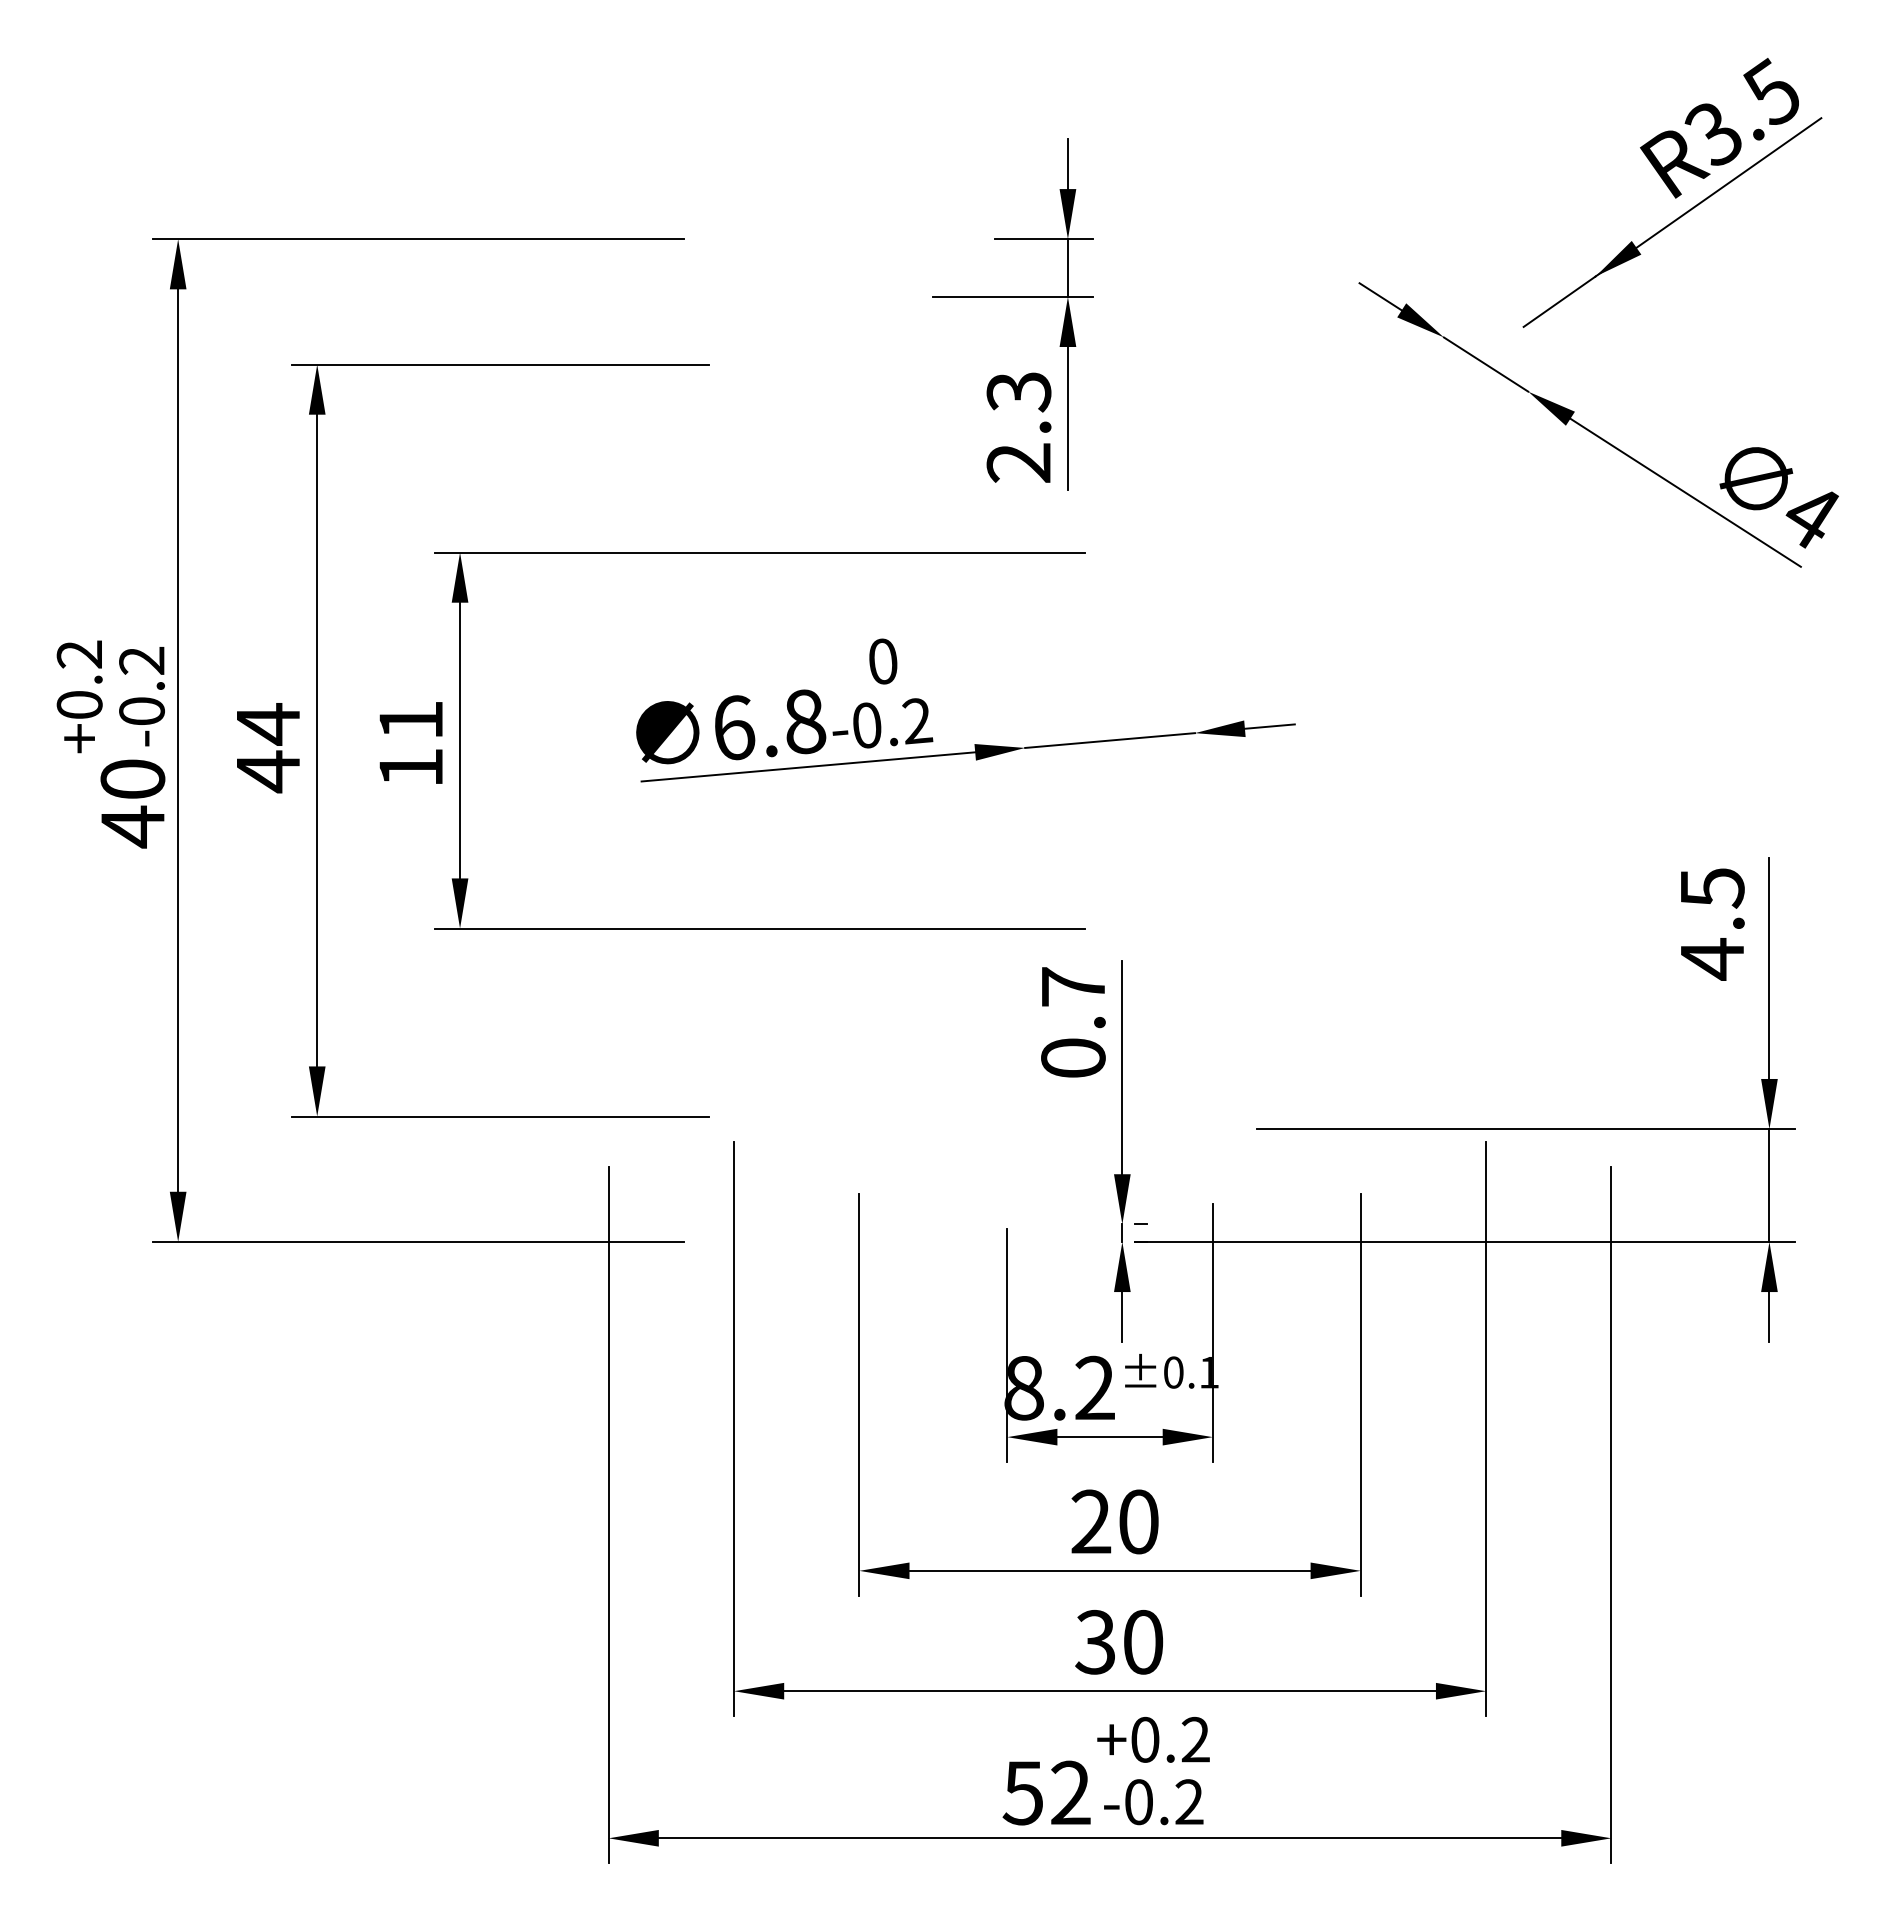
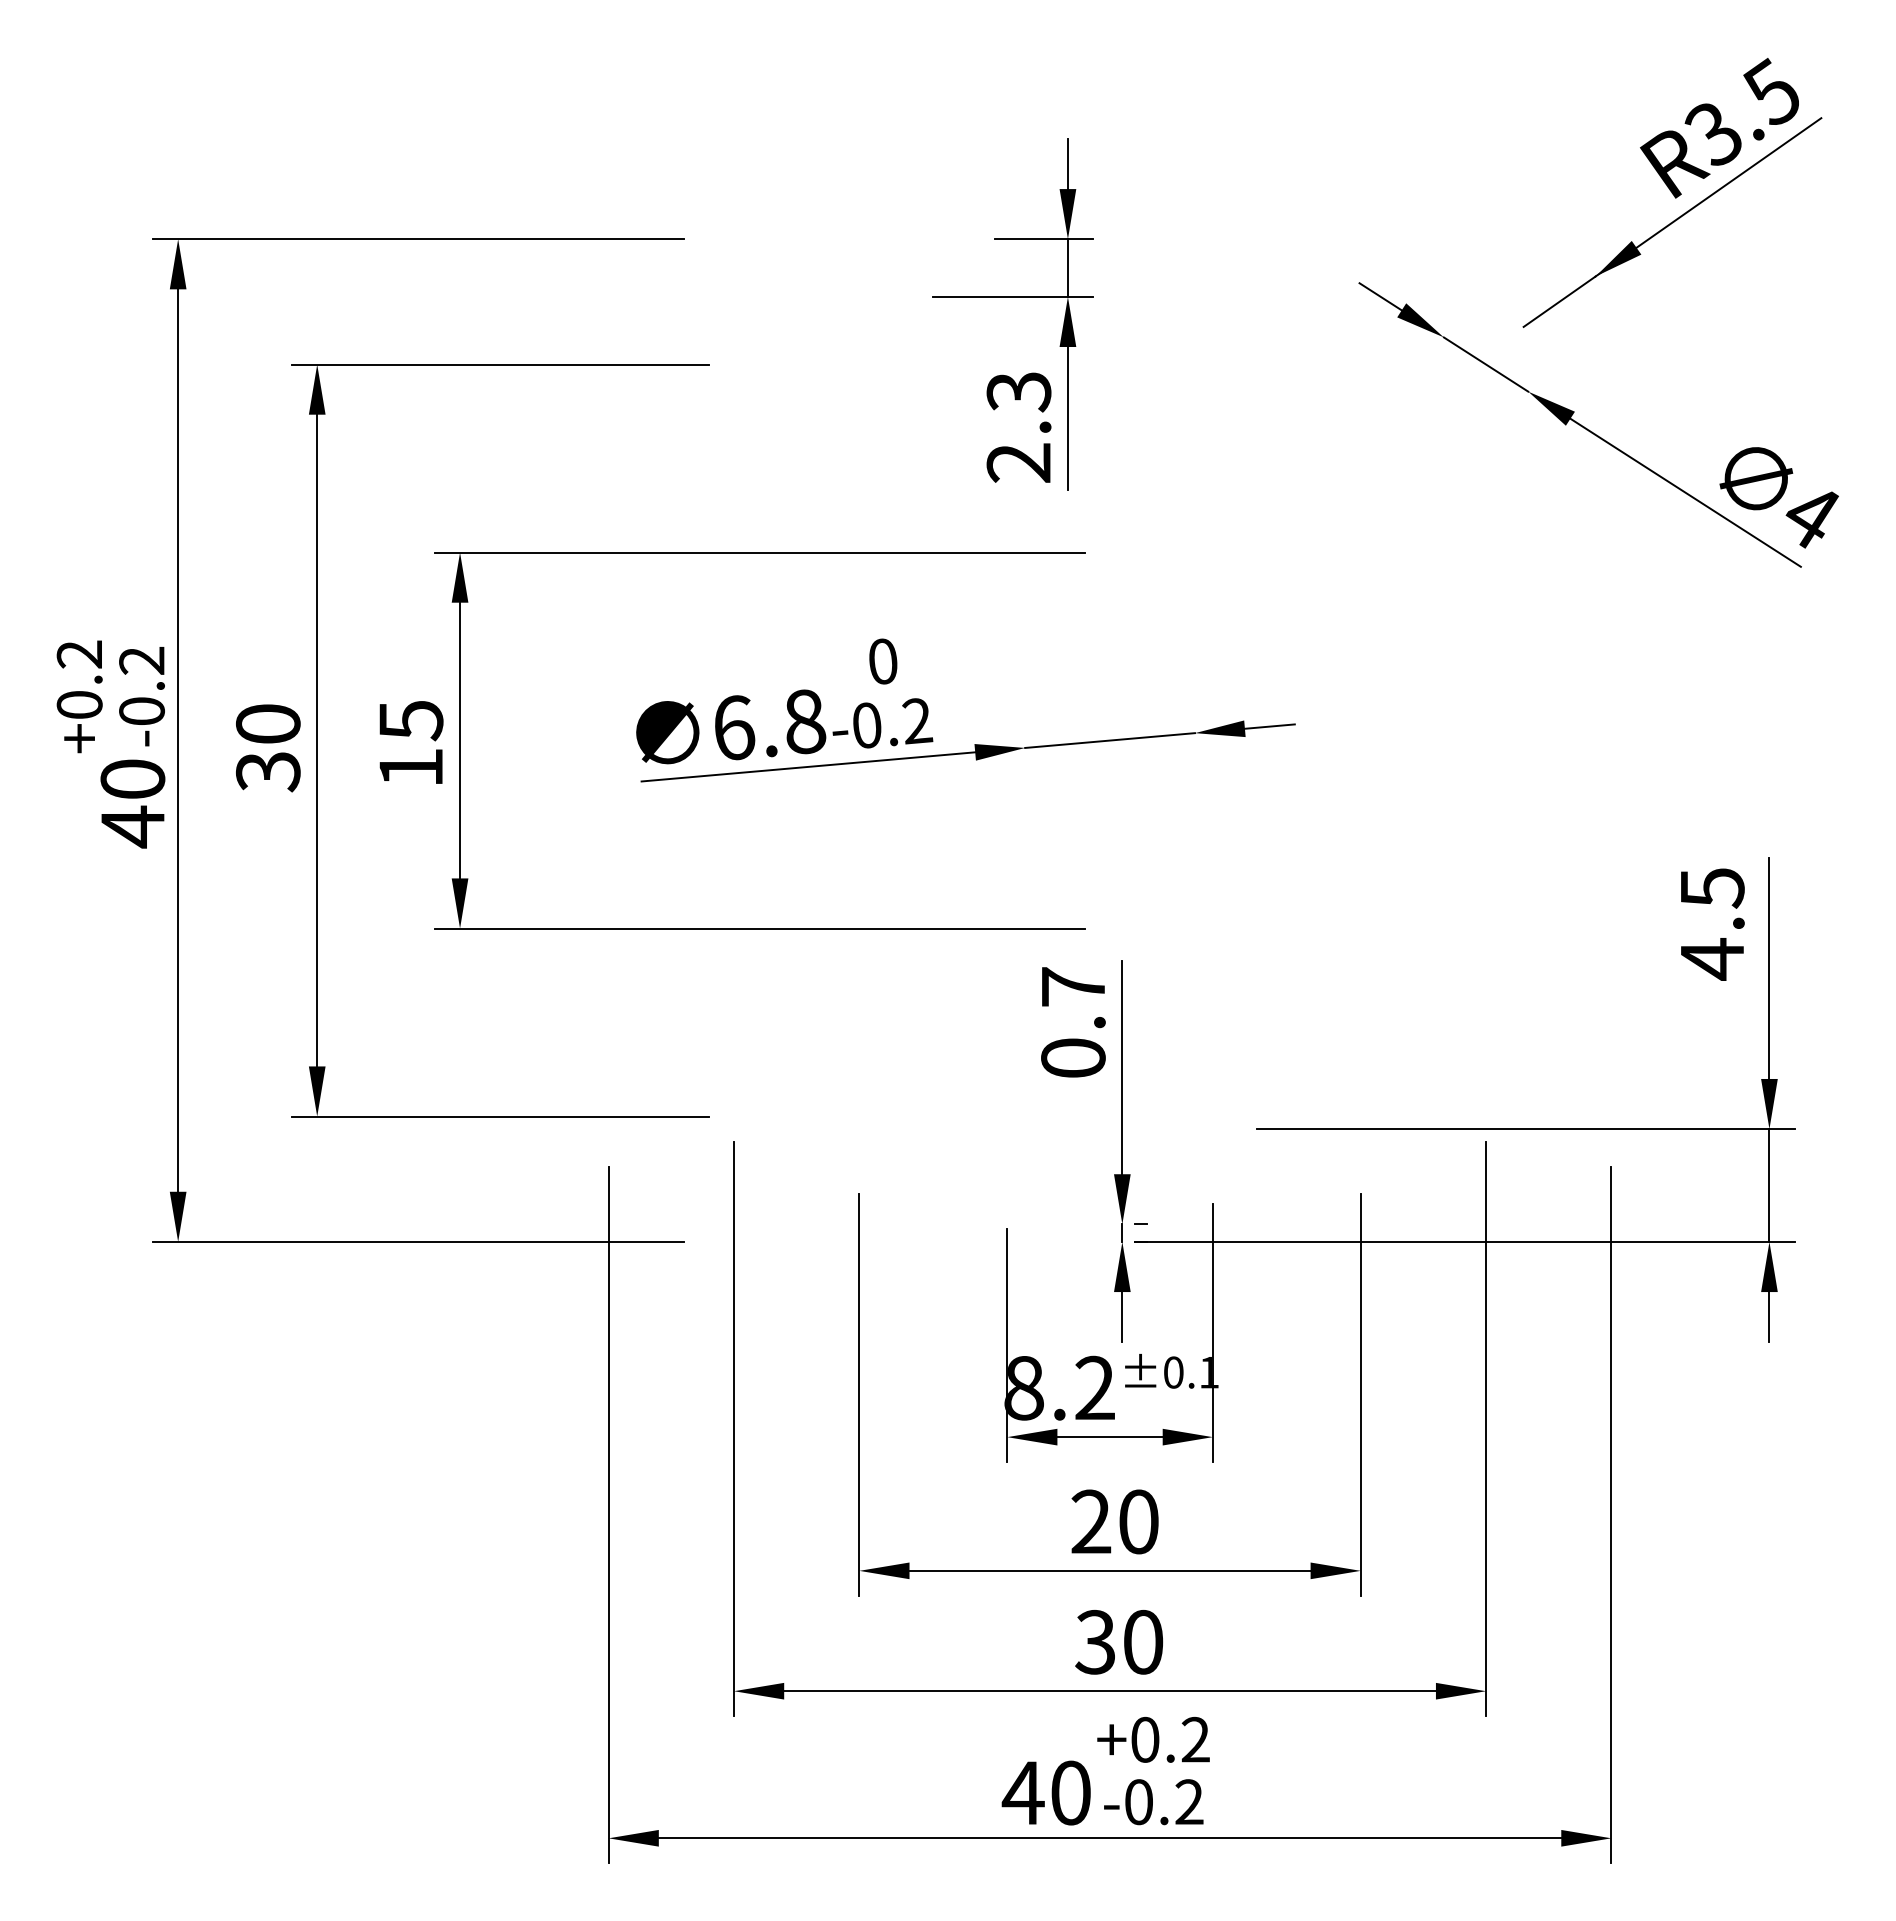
text at (411, 721): 11 -> 15
text at (268, 748): 44 -> 30
text at (1045, 1792): 52 -> 40
